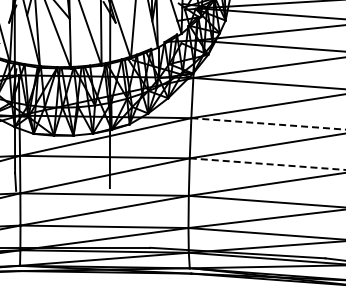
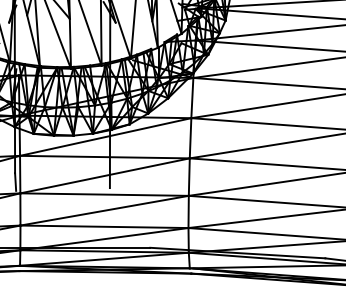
line at (268, 123): dashed -> solid
line at (268, 164): dashed -> solid
